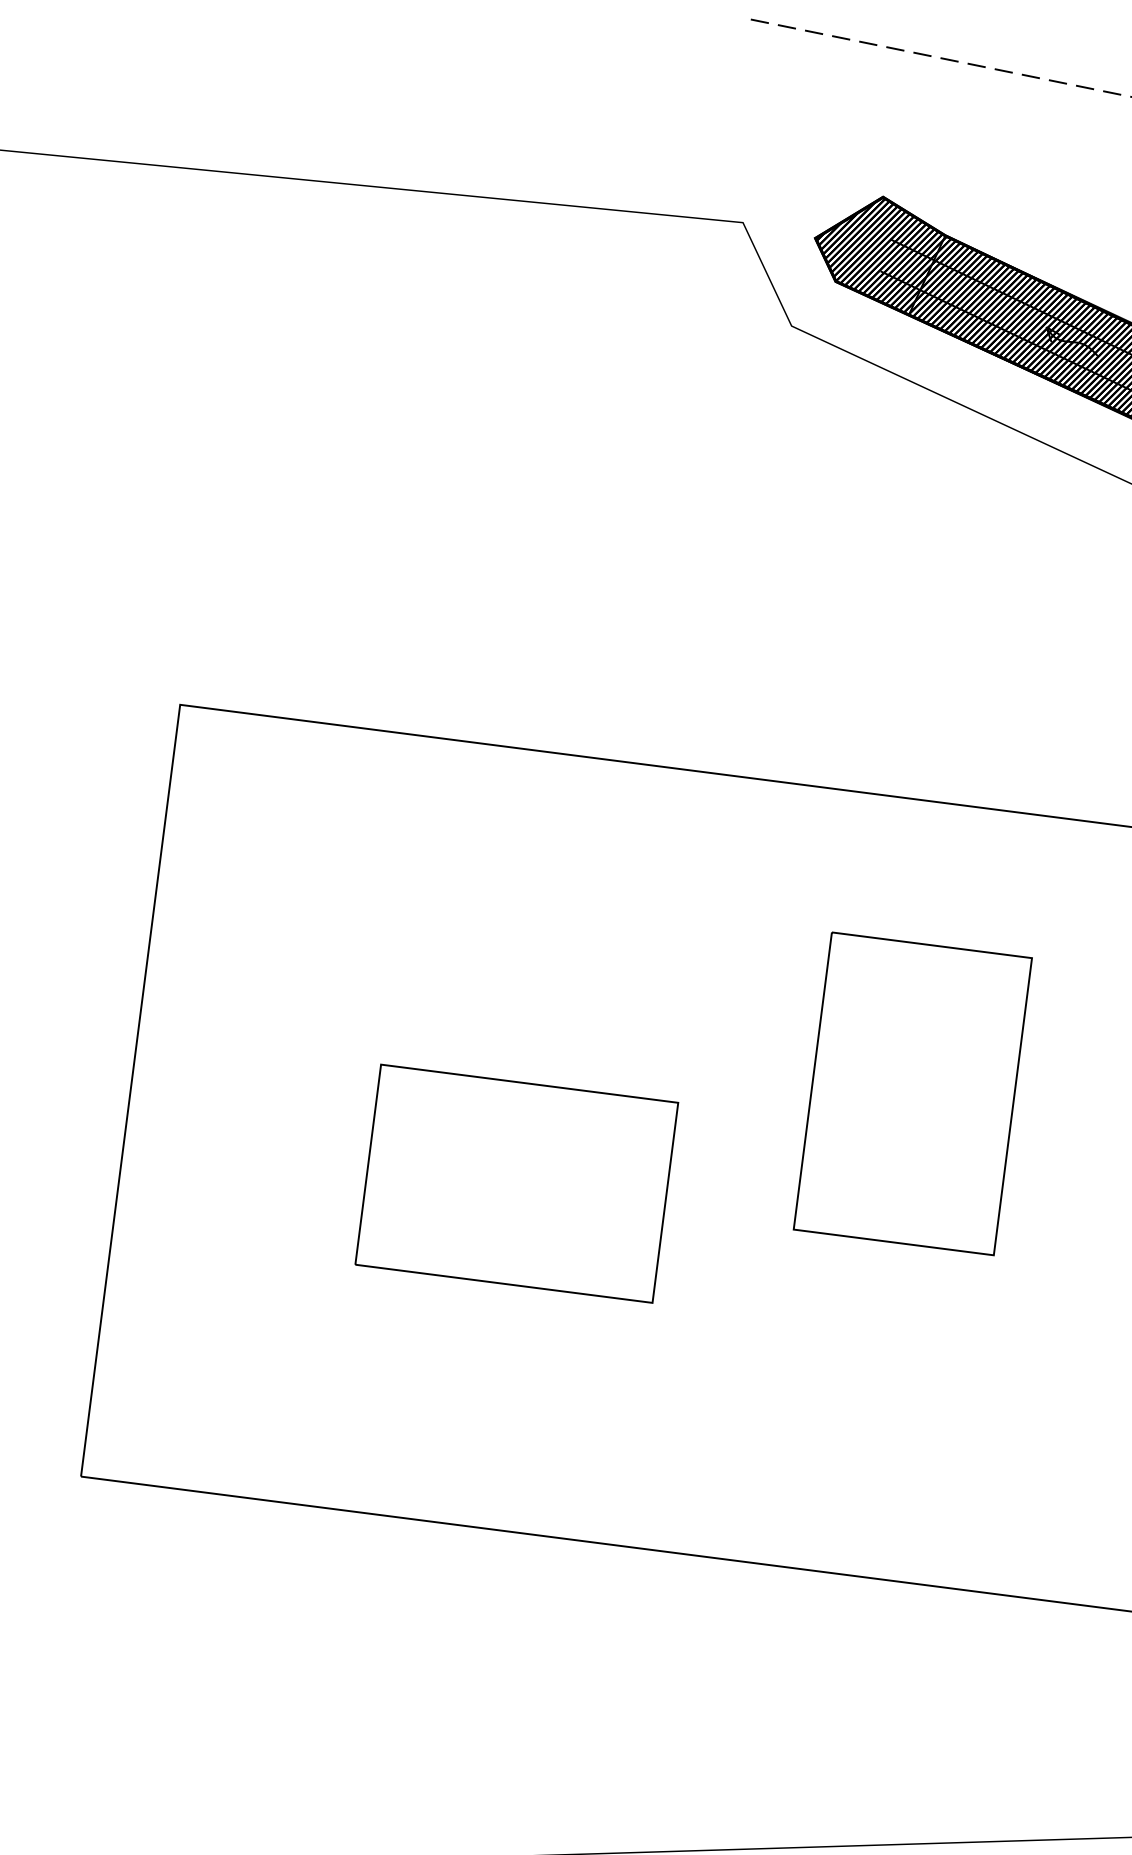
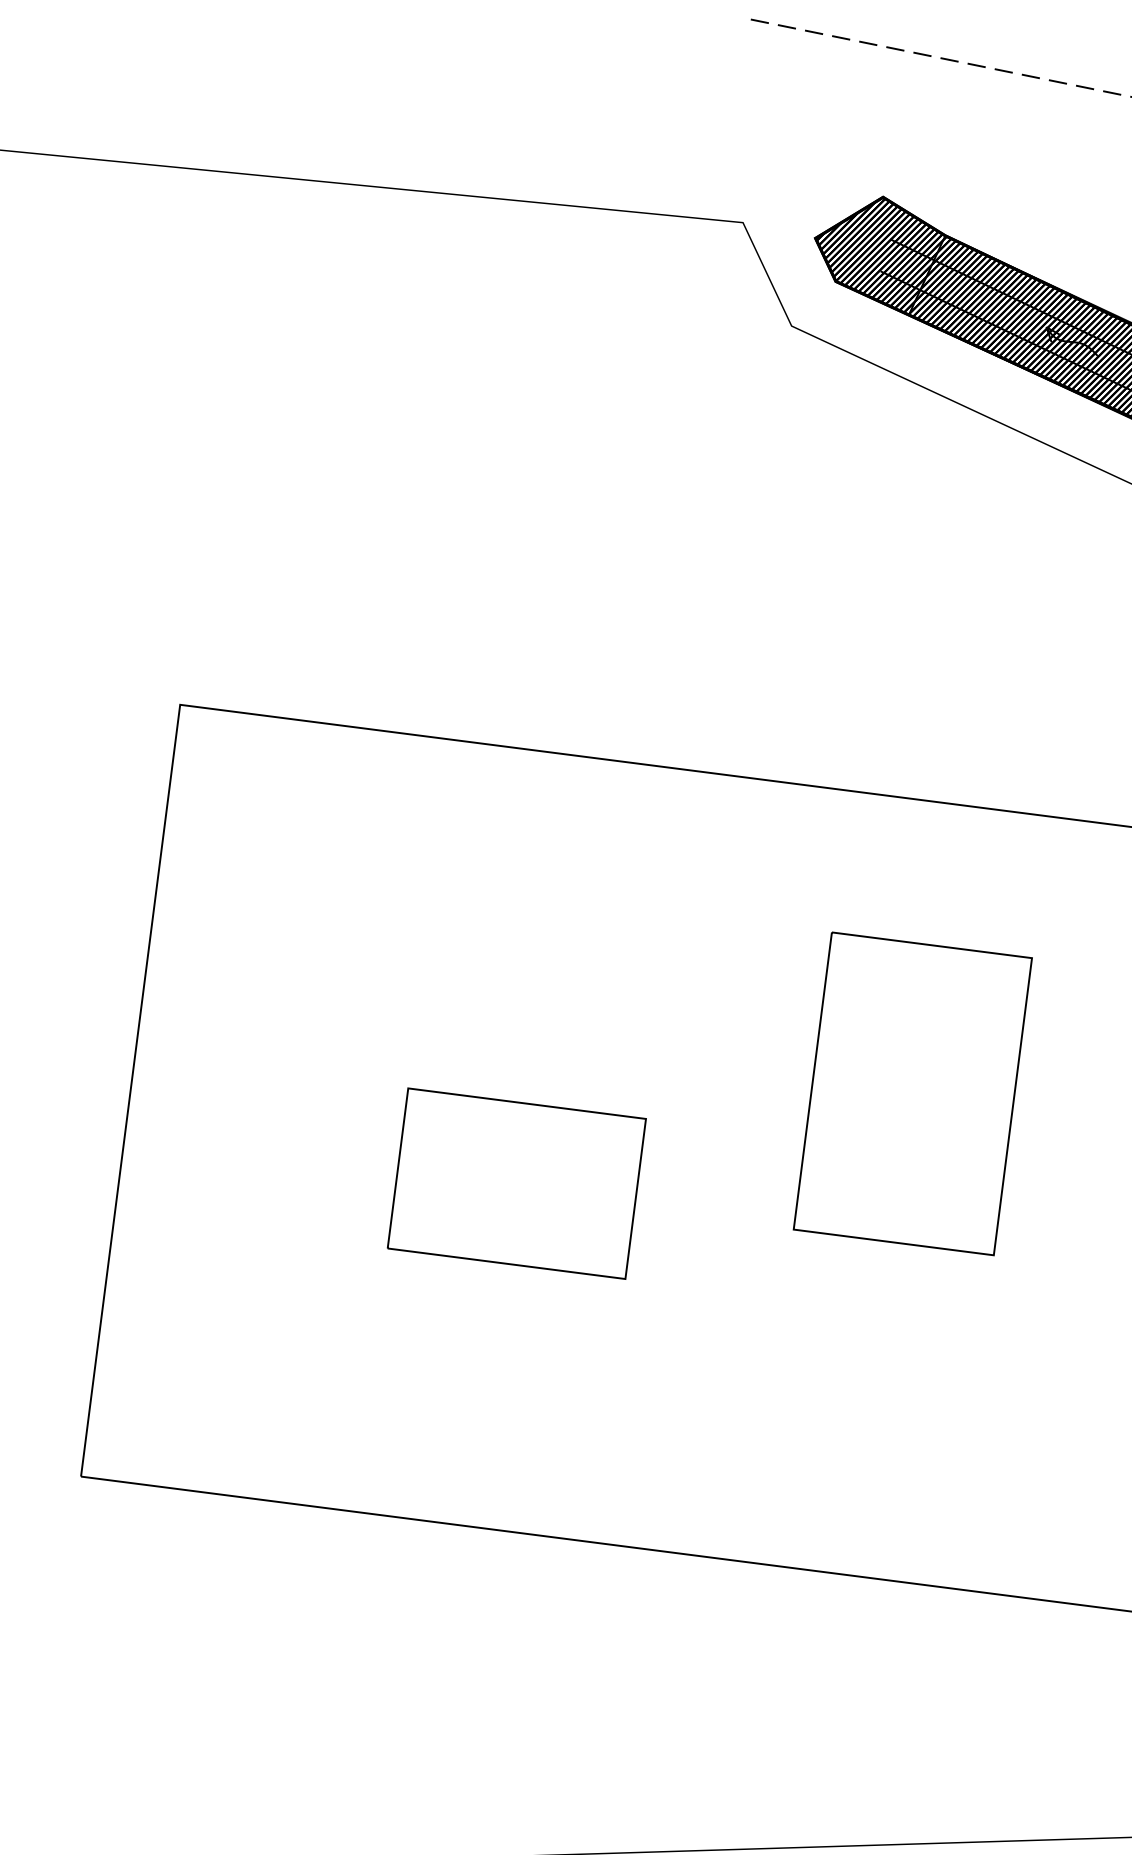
part at (516, 1183) size: 326x241 px -> 261x193 px
